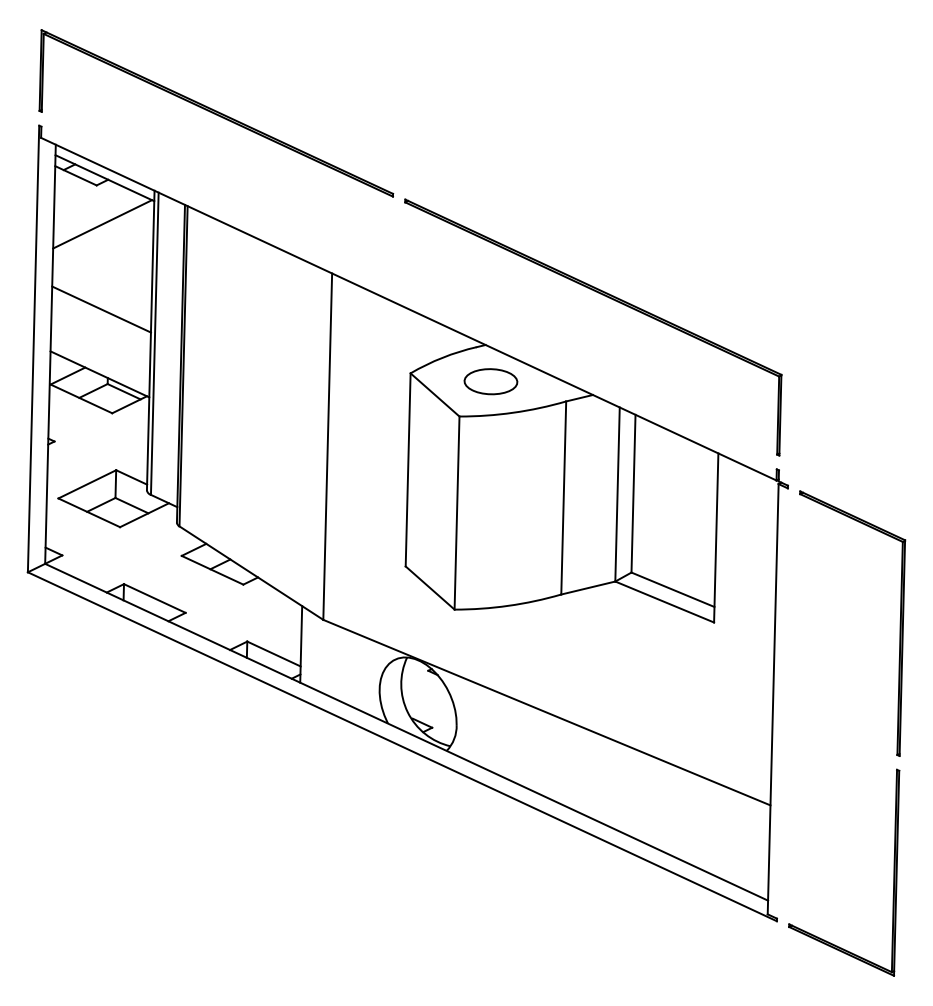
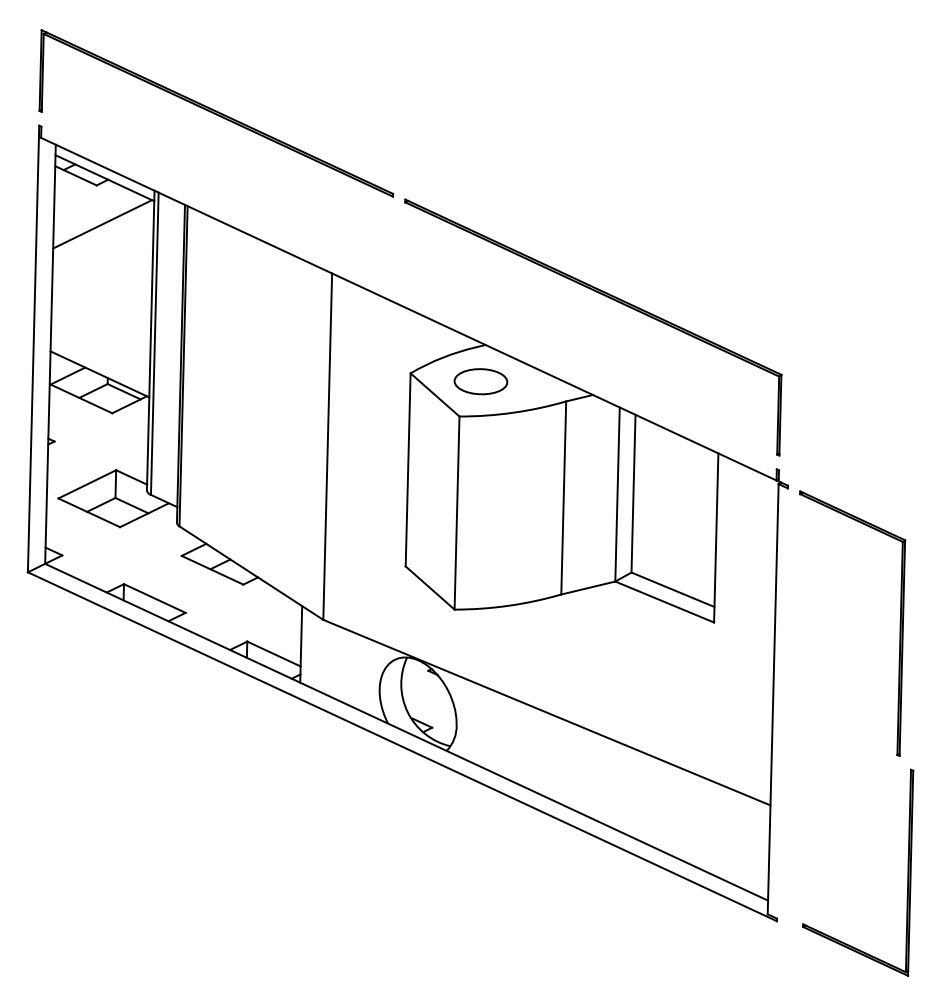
line at (101, 309): present -> none
part at (490, 381) position: (490, 381) -> (480, 381)
part at (893, 872) position: (893, 872) -> (907, 872)
